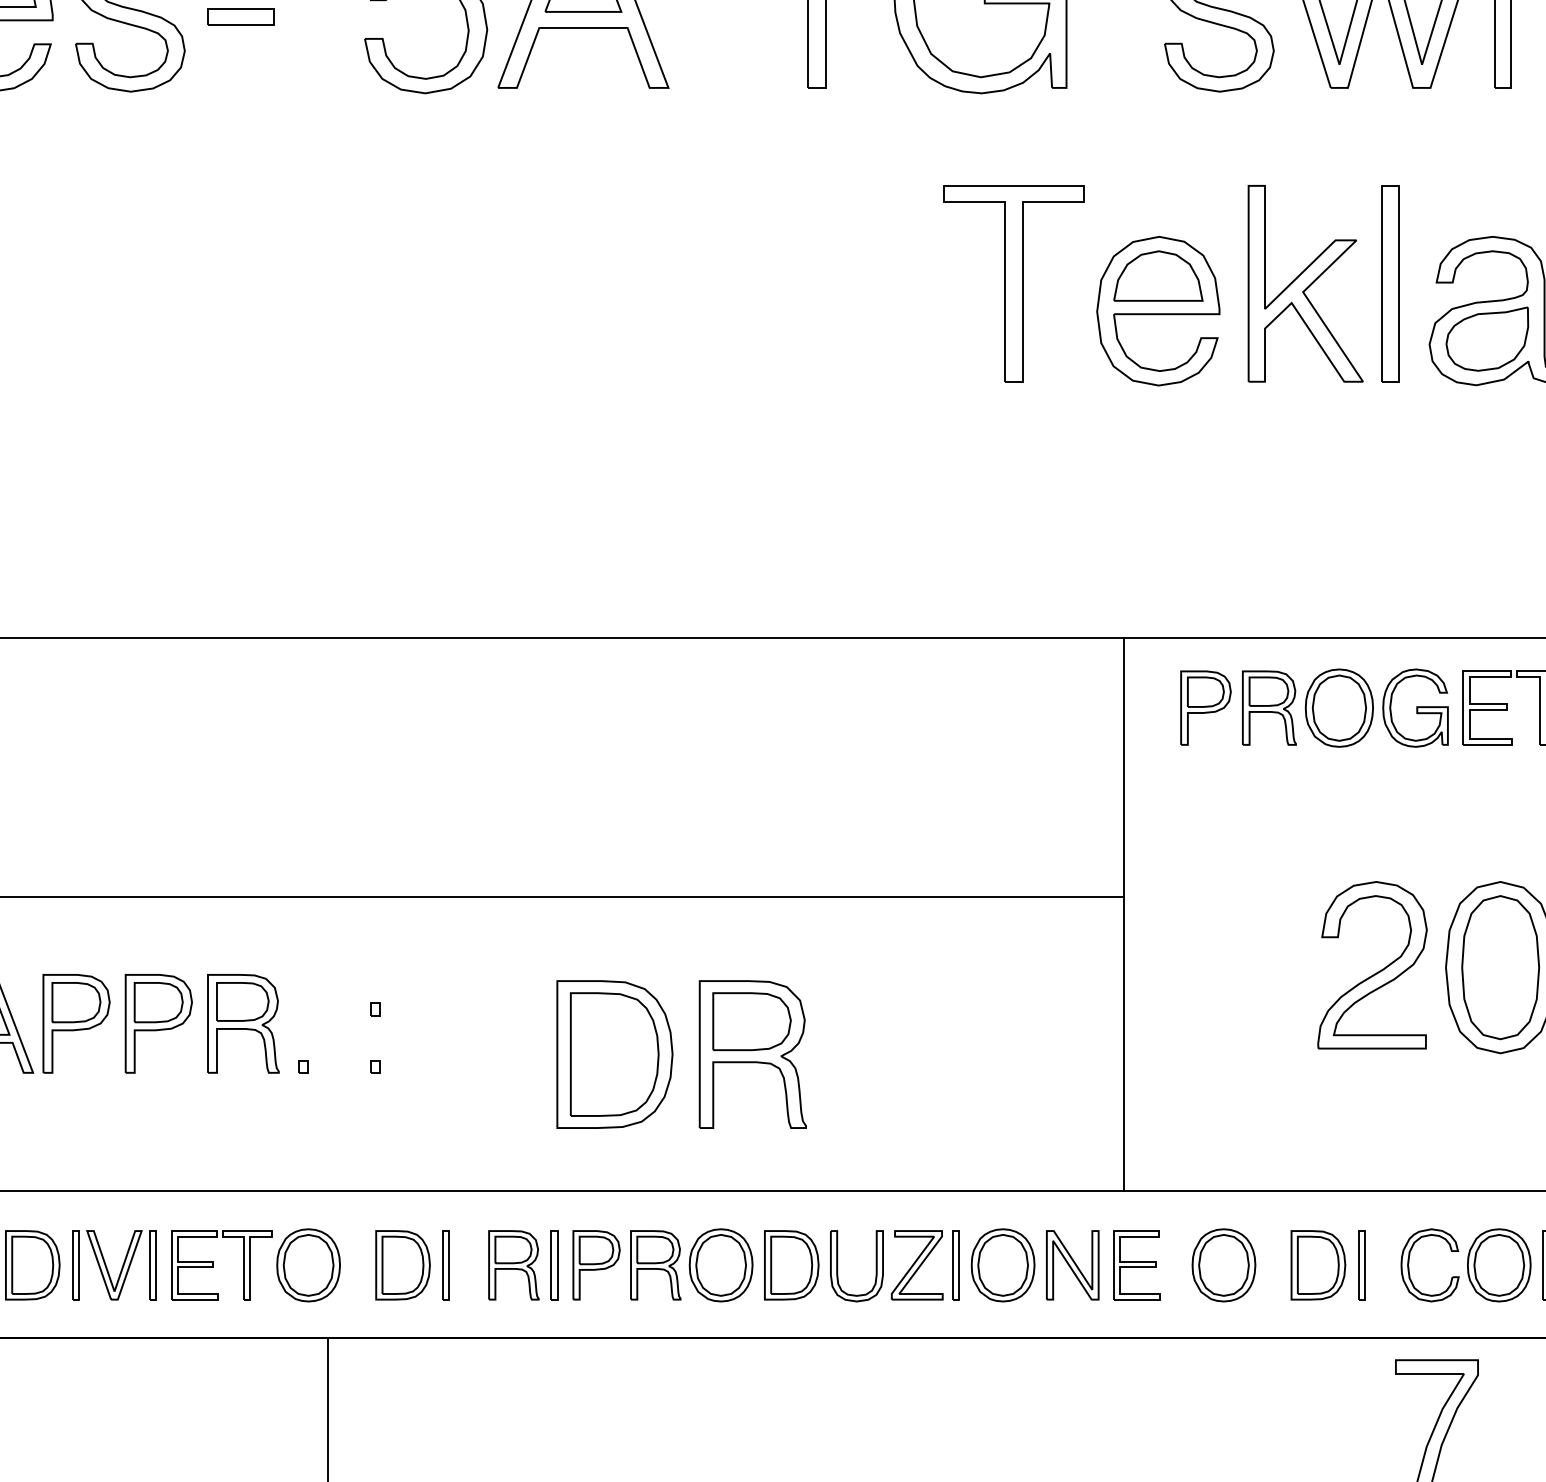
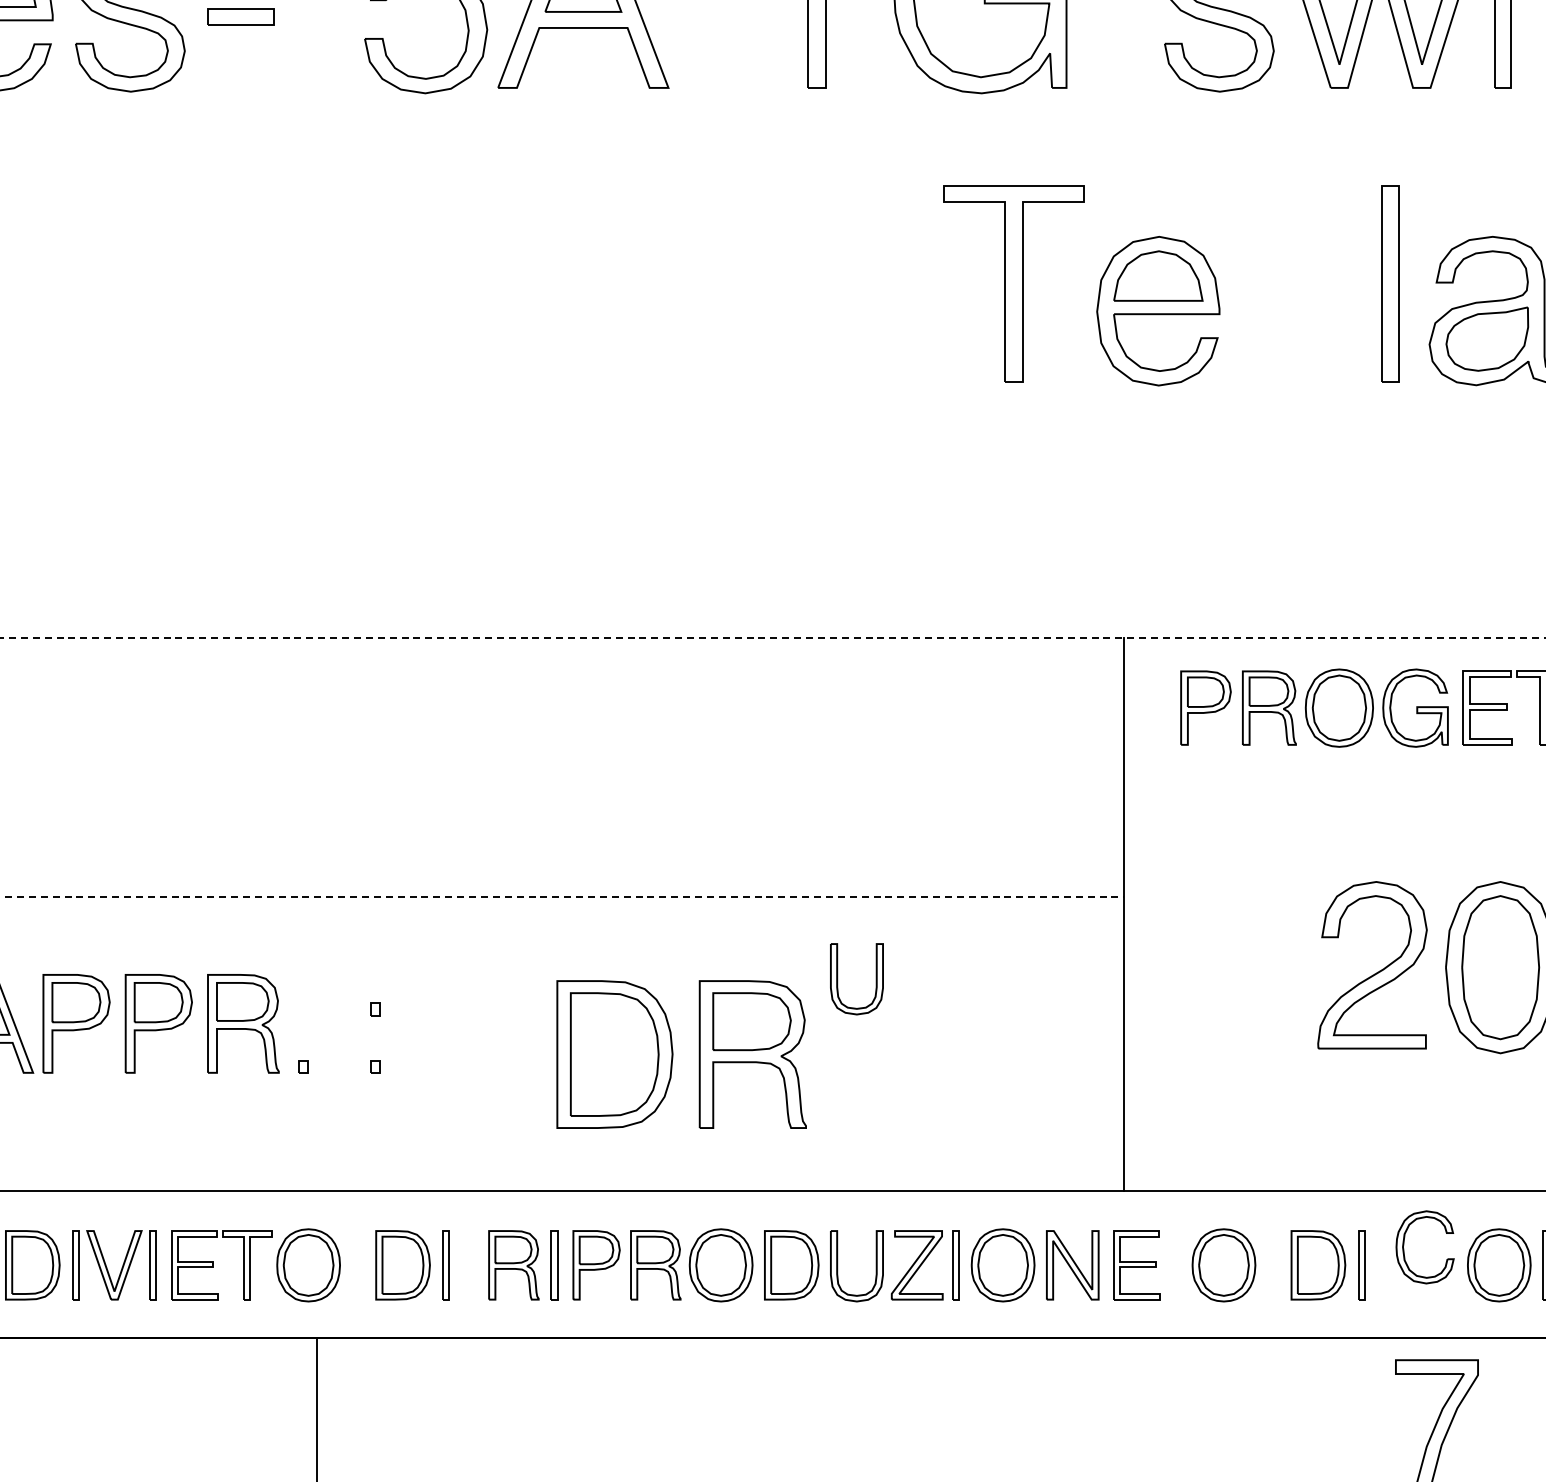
part at (1305, 283): present -> none
line at (773, 637): solid -> dashed
line at (562, 897): solid -> dashed
part at (838, 979): none -> present
part at (1409, 1266) position: (1409, 1266) -> (1404, 1248)
line at (328, 1407) position: (328, 1407) -> (317, 1407)
